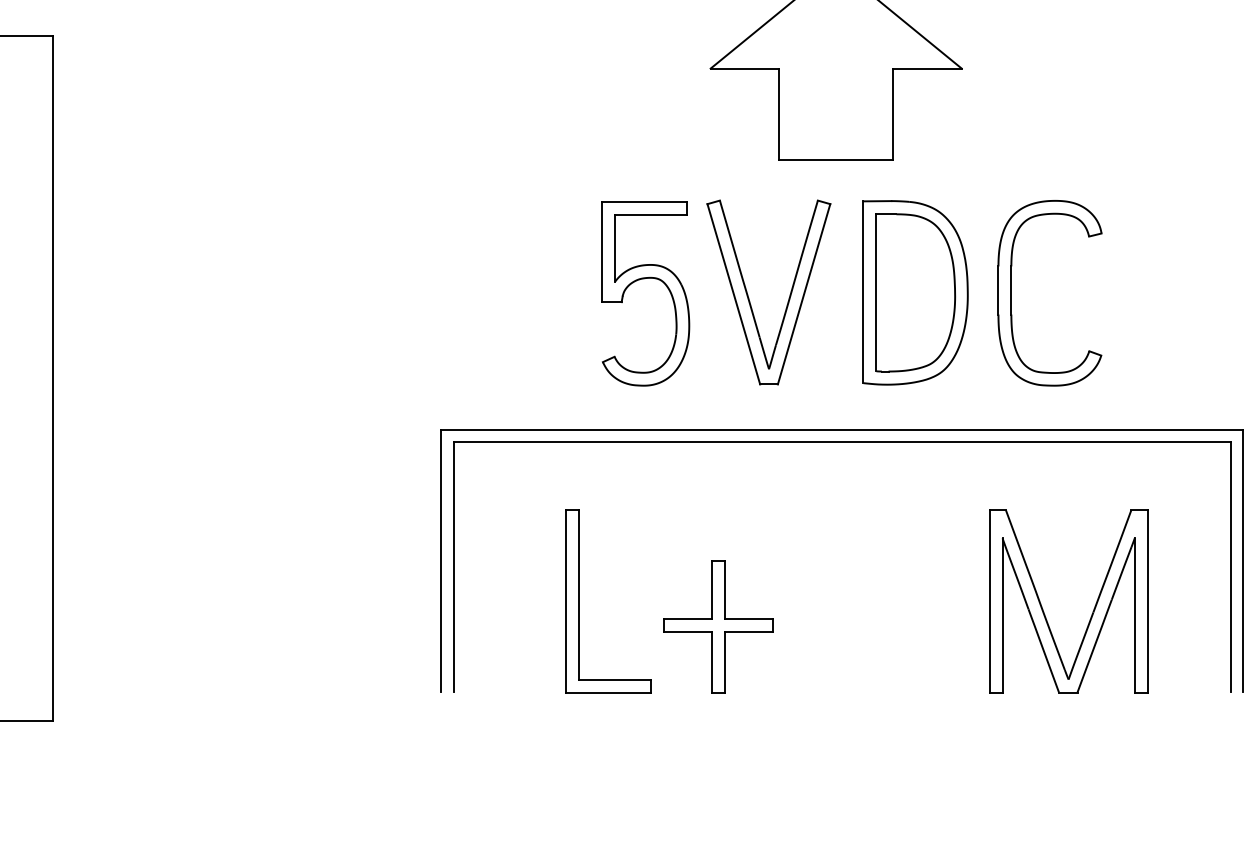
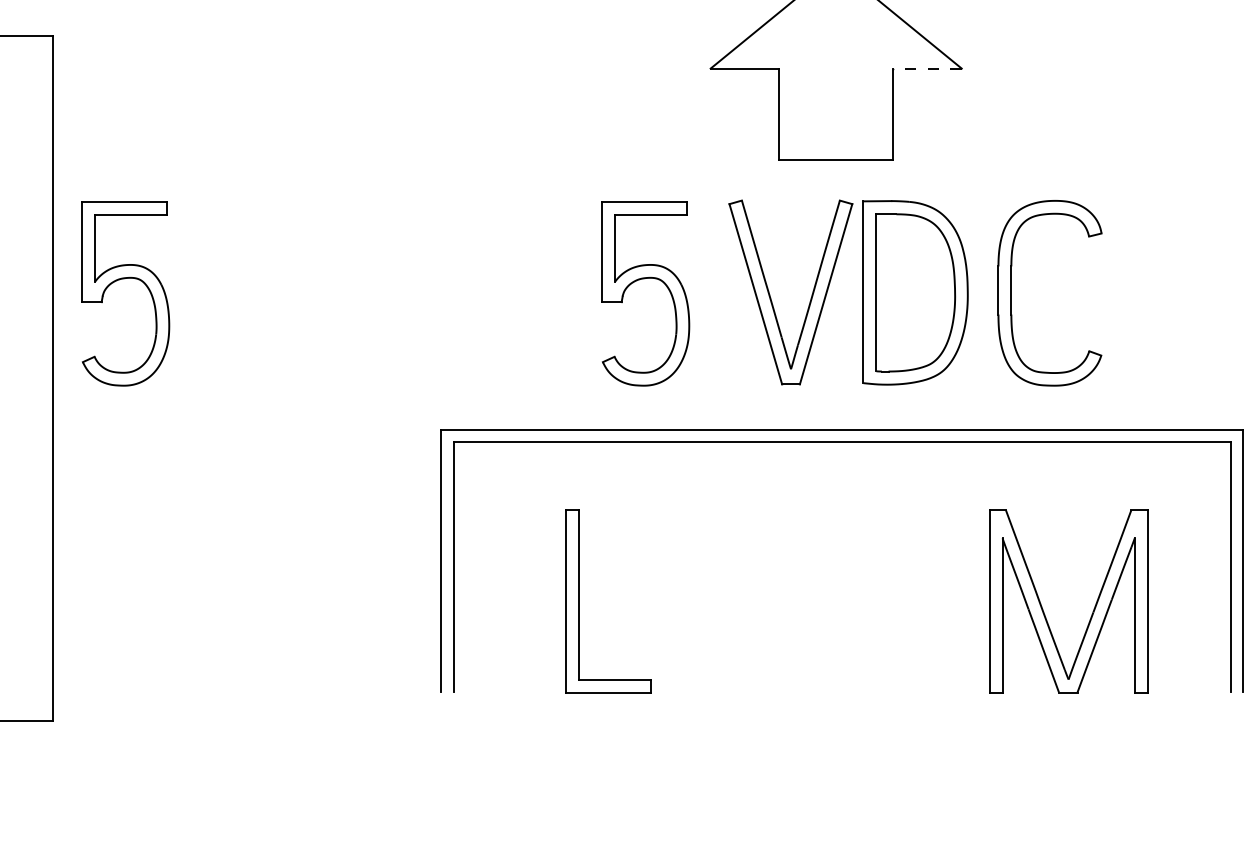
line at (927, 68): solid -> dashed
part at (124, 279): none -> present
part at (749, 298) position: (749, 298) -> (771, 298)
part at (718, 626): present -> none
